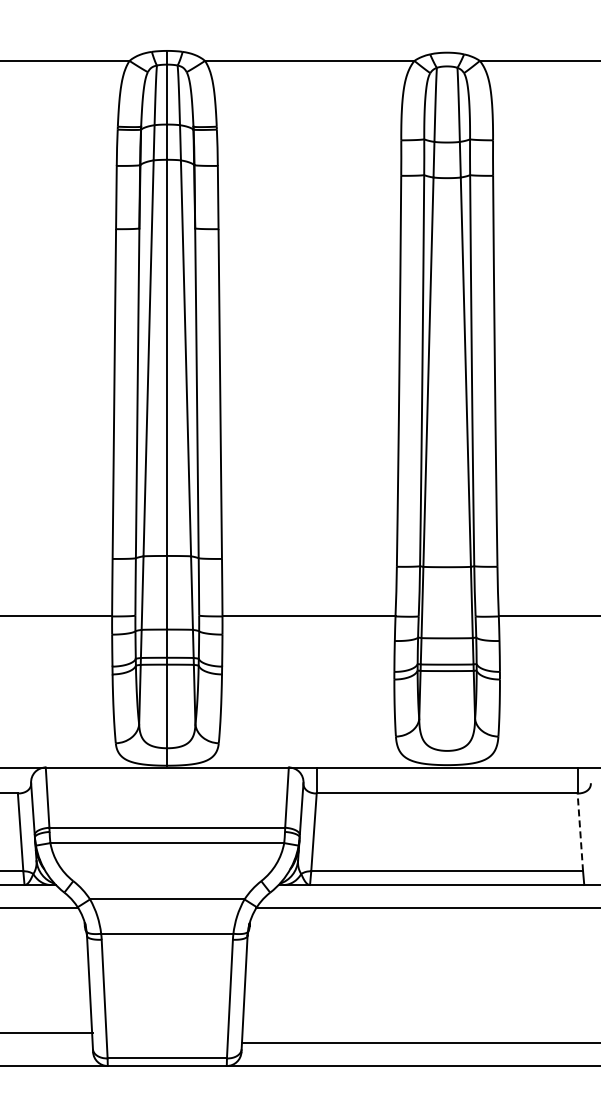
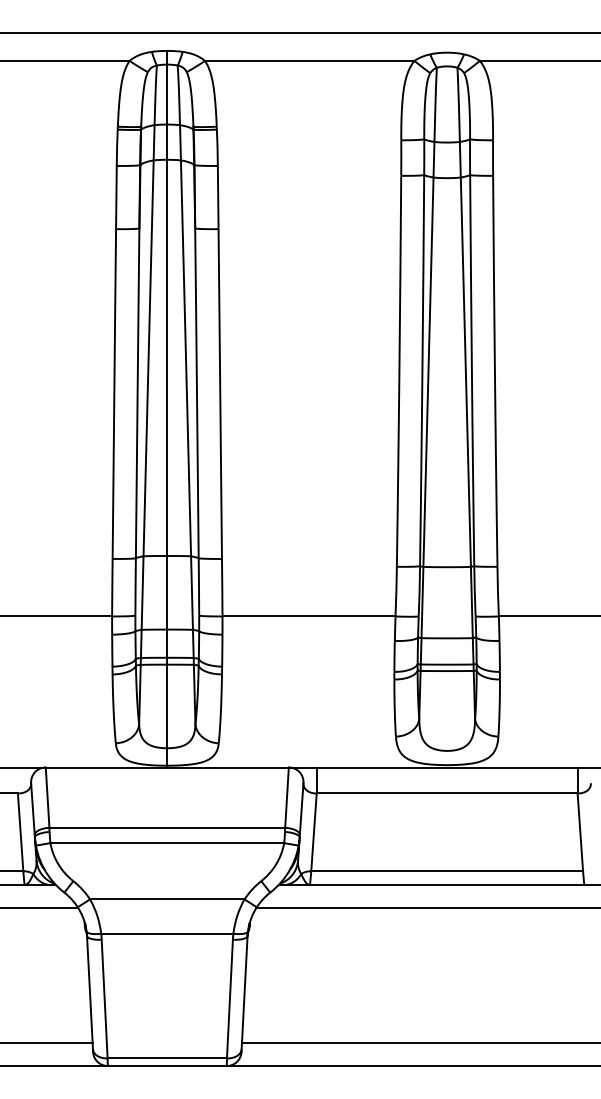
line at (299, 32): none -> present
line at (580, 831): dashed -> solid
line at (47, 1032) position: (47, 1032) -> (47, 1042)
